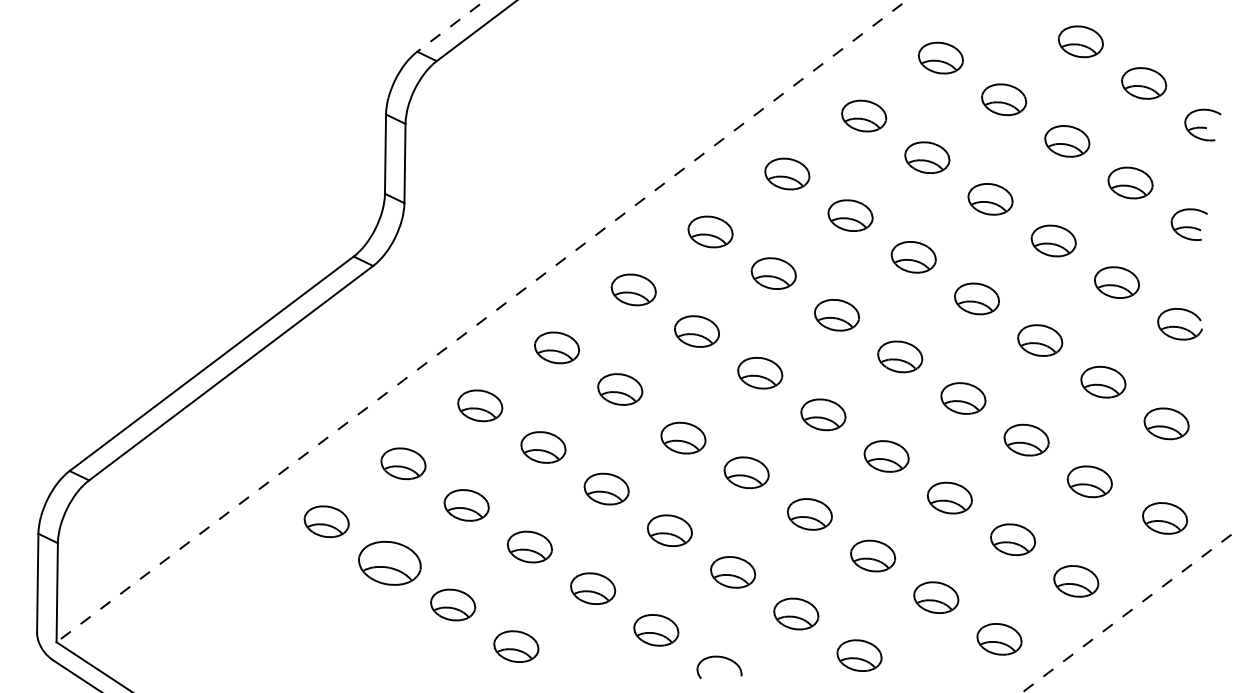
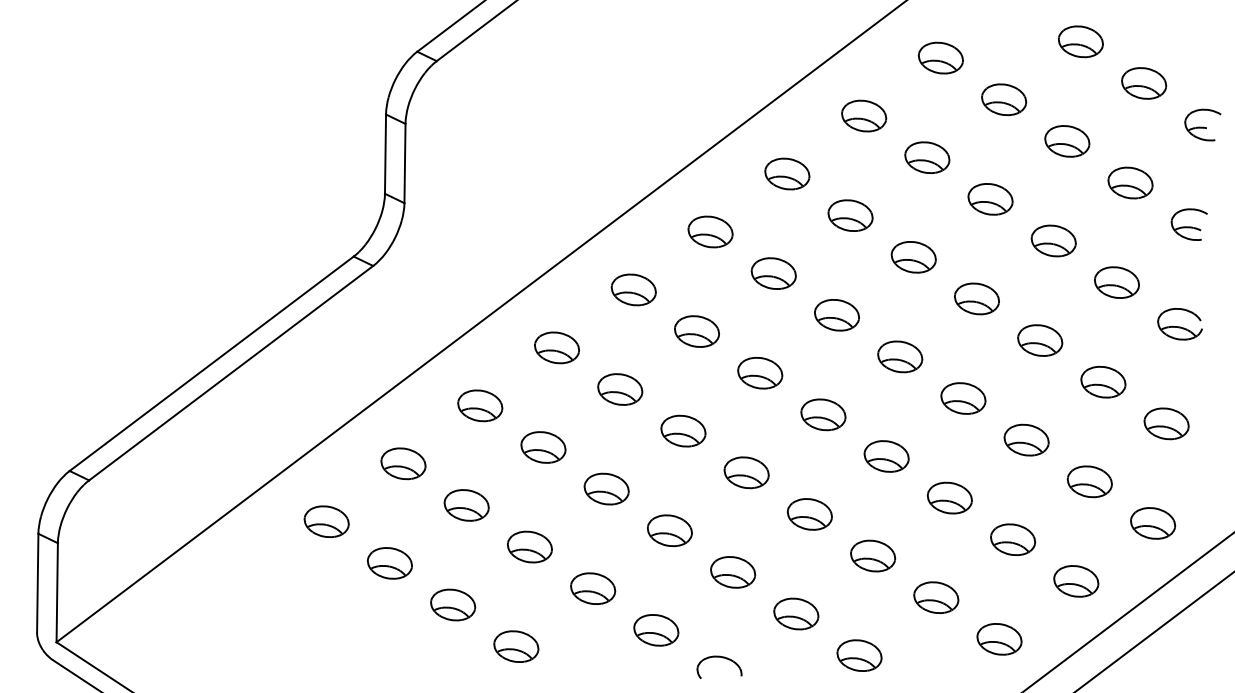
line at (450, 26): dashed -> solid
line at (481, 321): dashed -> solid
part at (683, 437) position: (683, 437) -> (683, 430)
part at (1164, 518) position: (1164, 518) -> (1152, 523)
part at (389, 562) size: 64x46 px -> 46x33 px
line at (1128, 612): dashed -> solid
line at (1154, 631): none -> present
